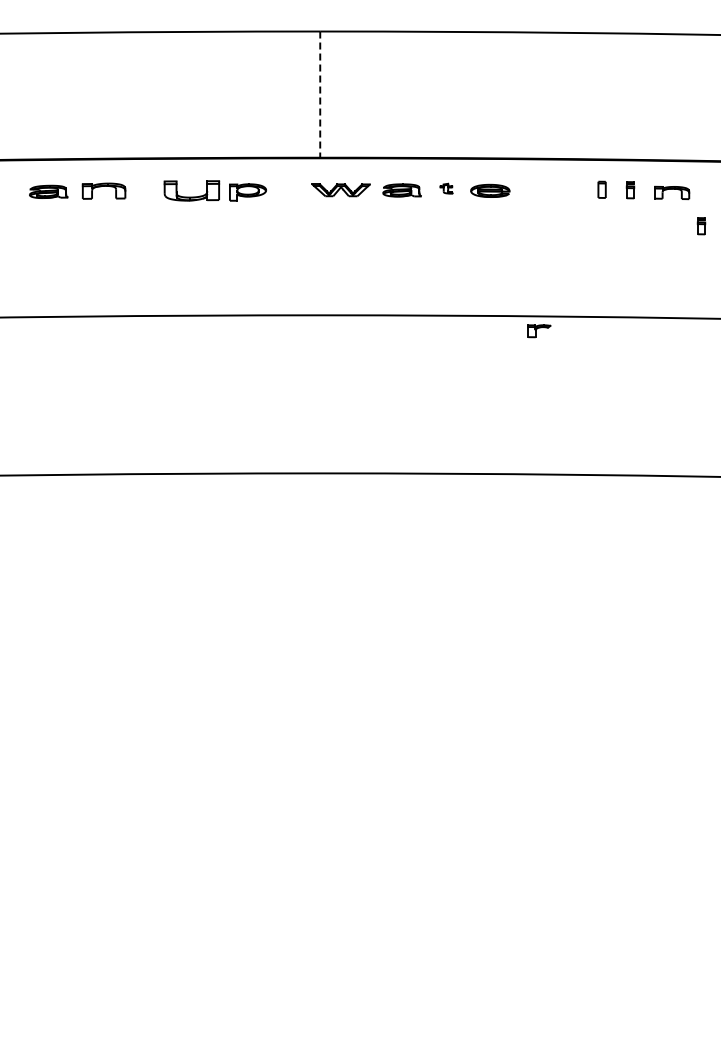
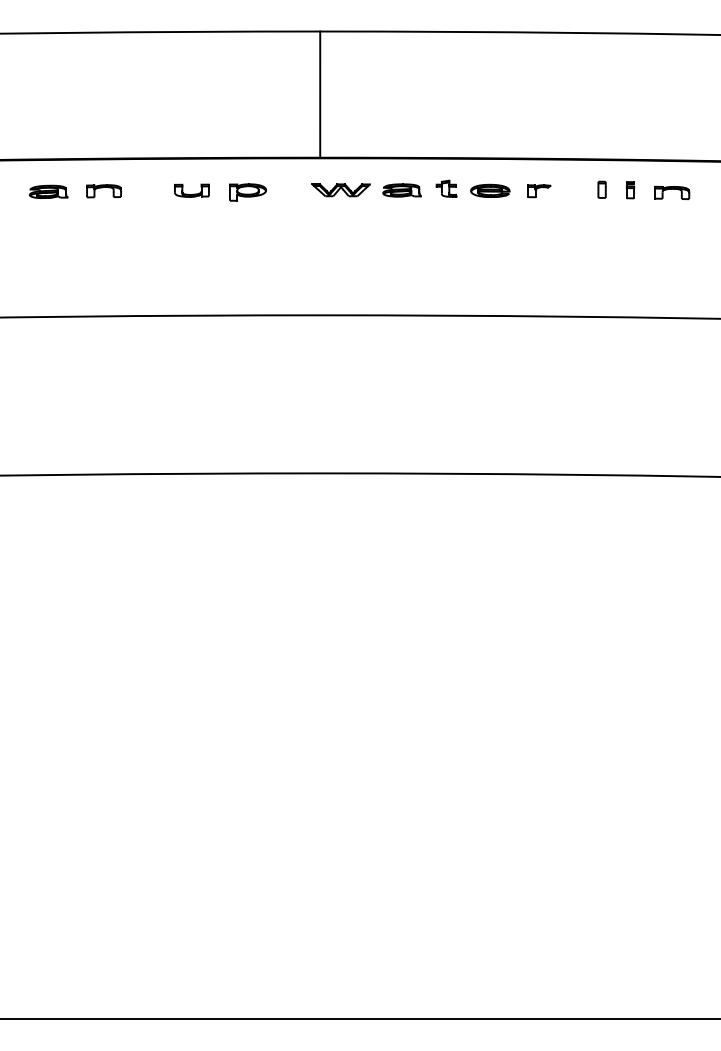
line at (320, 95): dashed -> solid
part at (446, 188) size: 15x13 px -> 23x19 px
part at (103, 190) size: 46x18 px -> 36x15 px
part at (191, 190) size: 58x22 px -> 36x15 px
part at (701, 226): present -> none
part at (539, 331) position: (539, 331) -> (539, 191)
line at (359, 1019): none -> present
